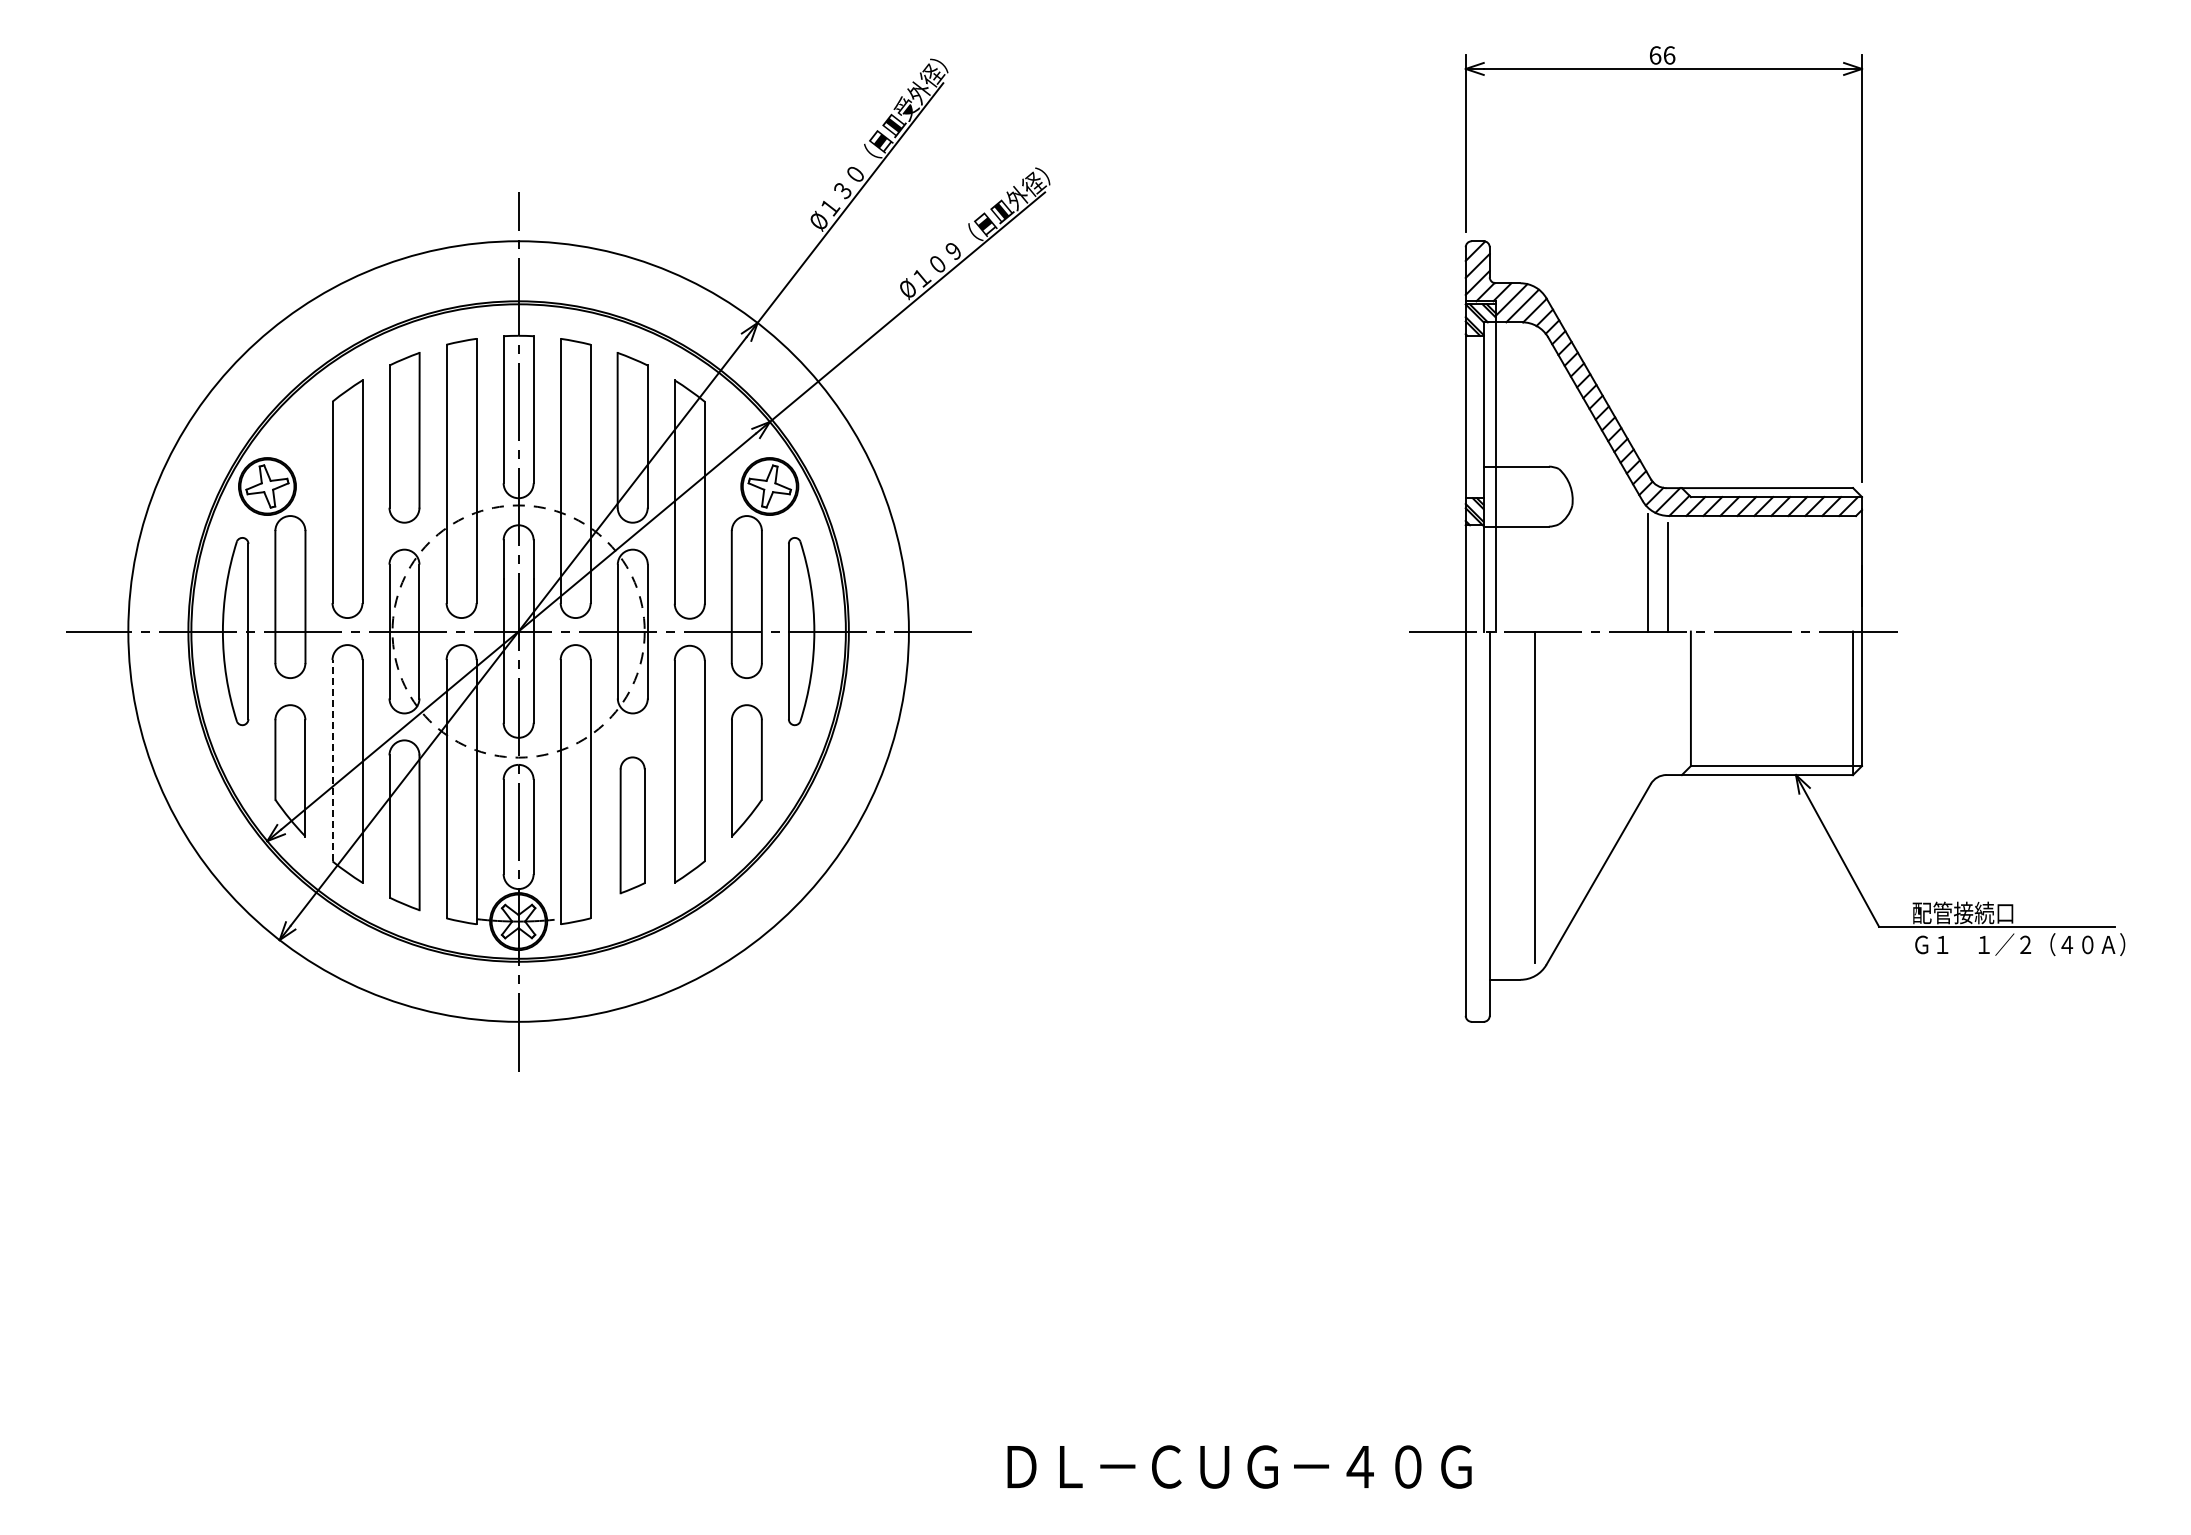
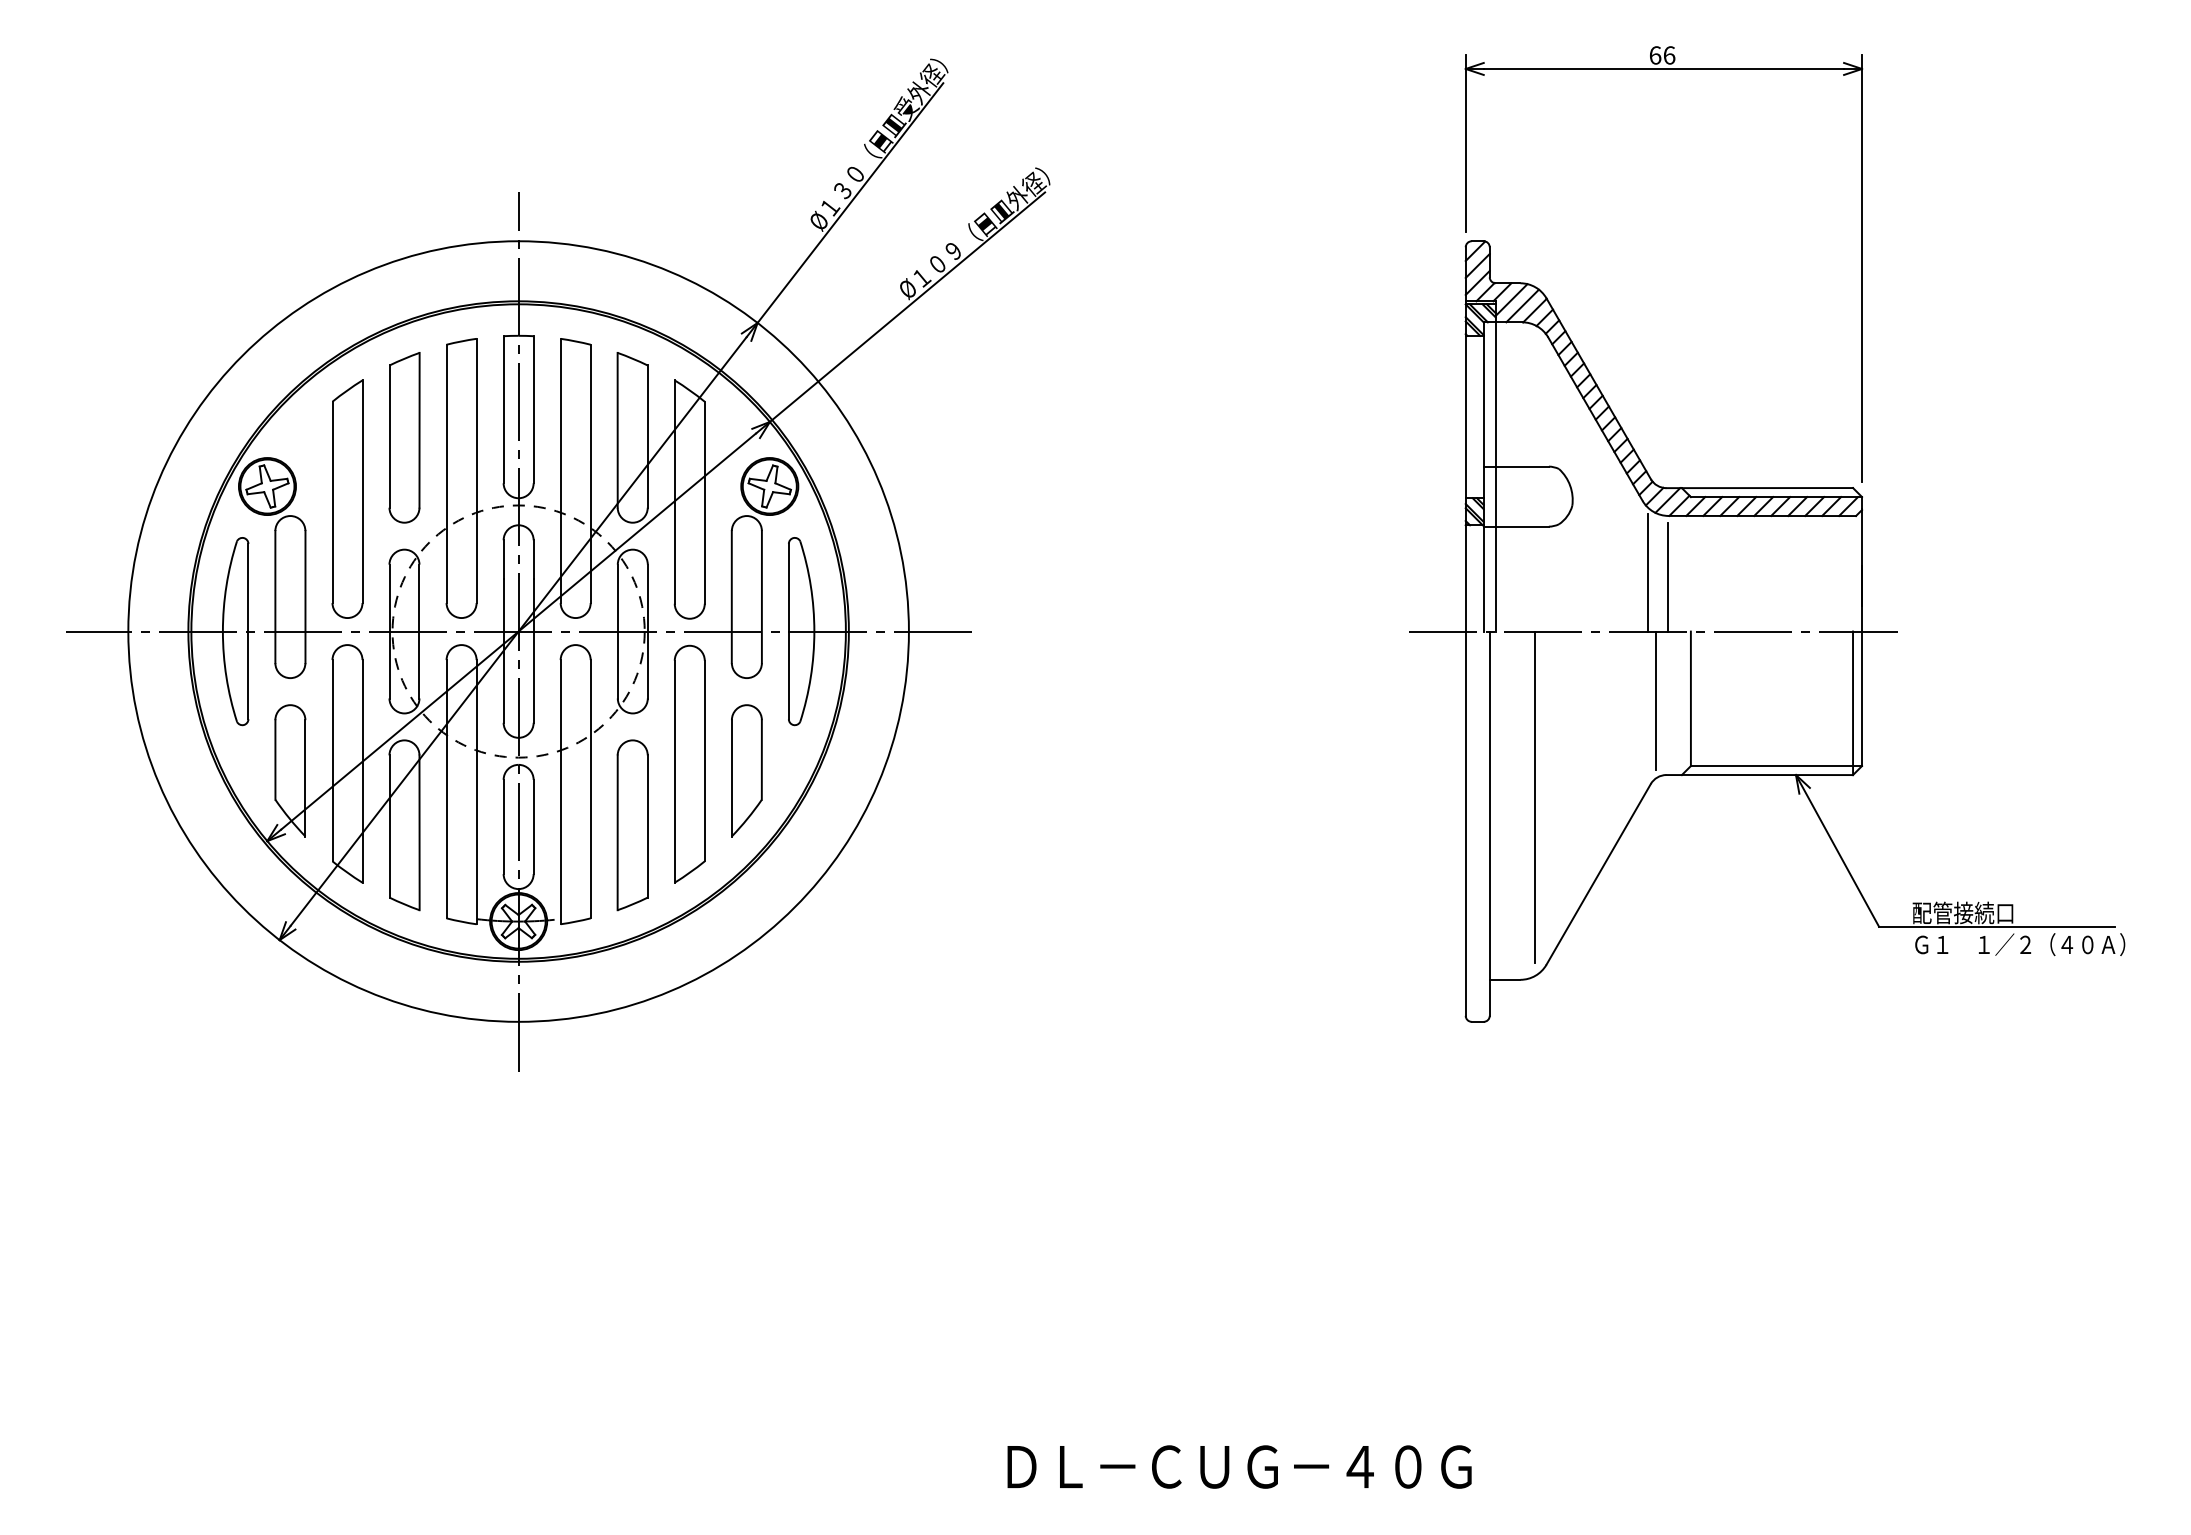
line at (1656, 700): none -> present
line at (332, 760): dashed -> solid
part at (632, 825) size: 27x139 px -> 33x173 px
